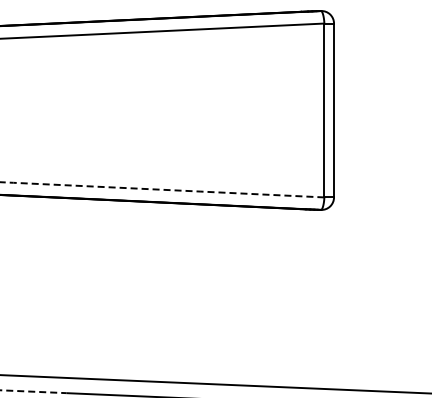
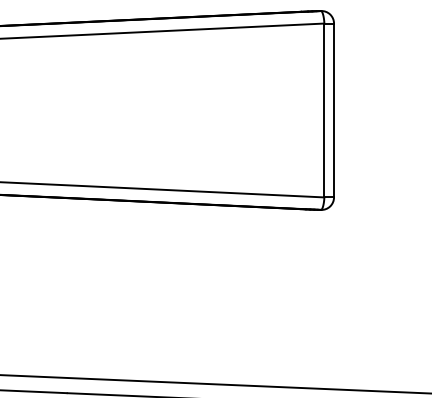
arc at (161, 189): dashed -> solid
line at (33, 391): dashed -> solid
